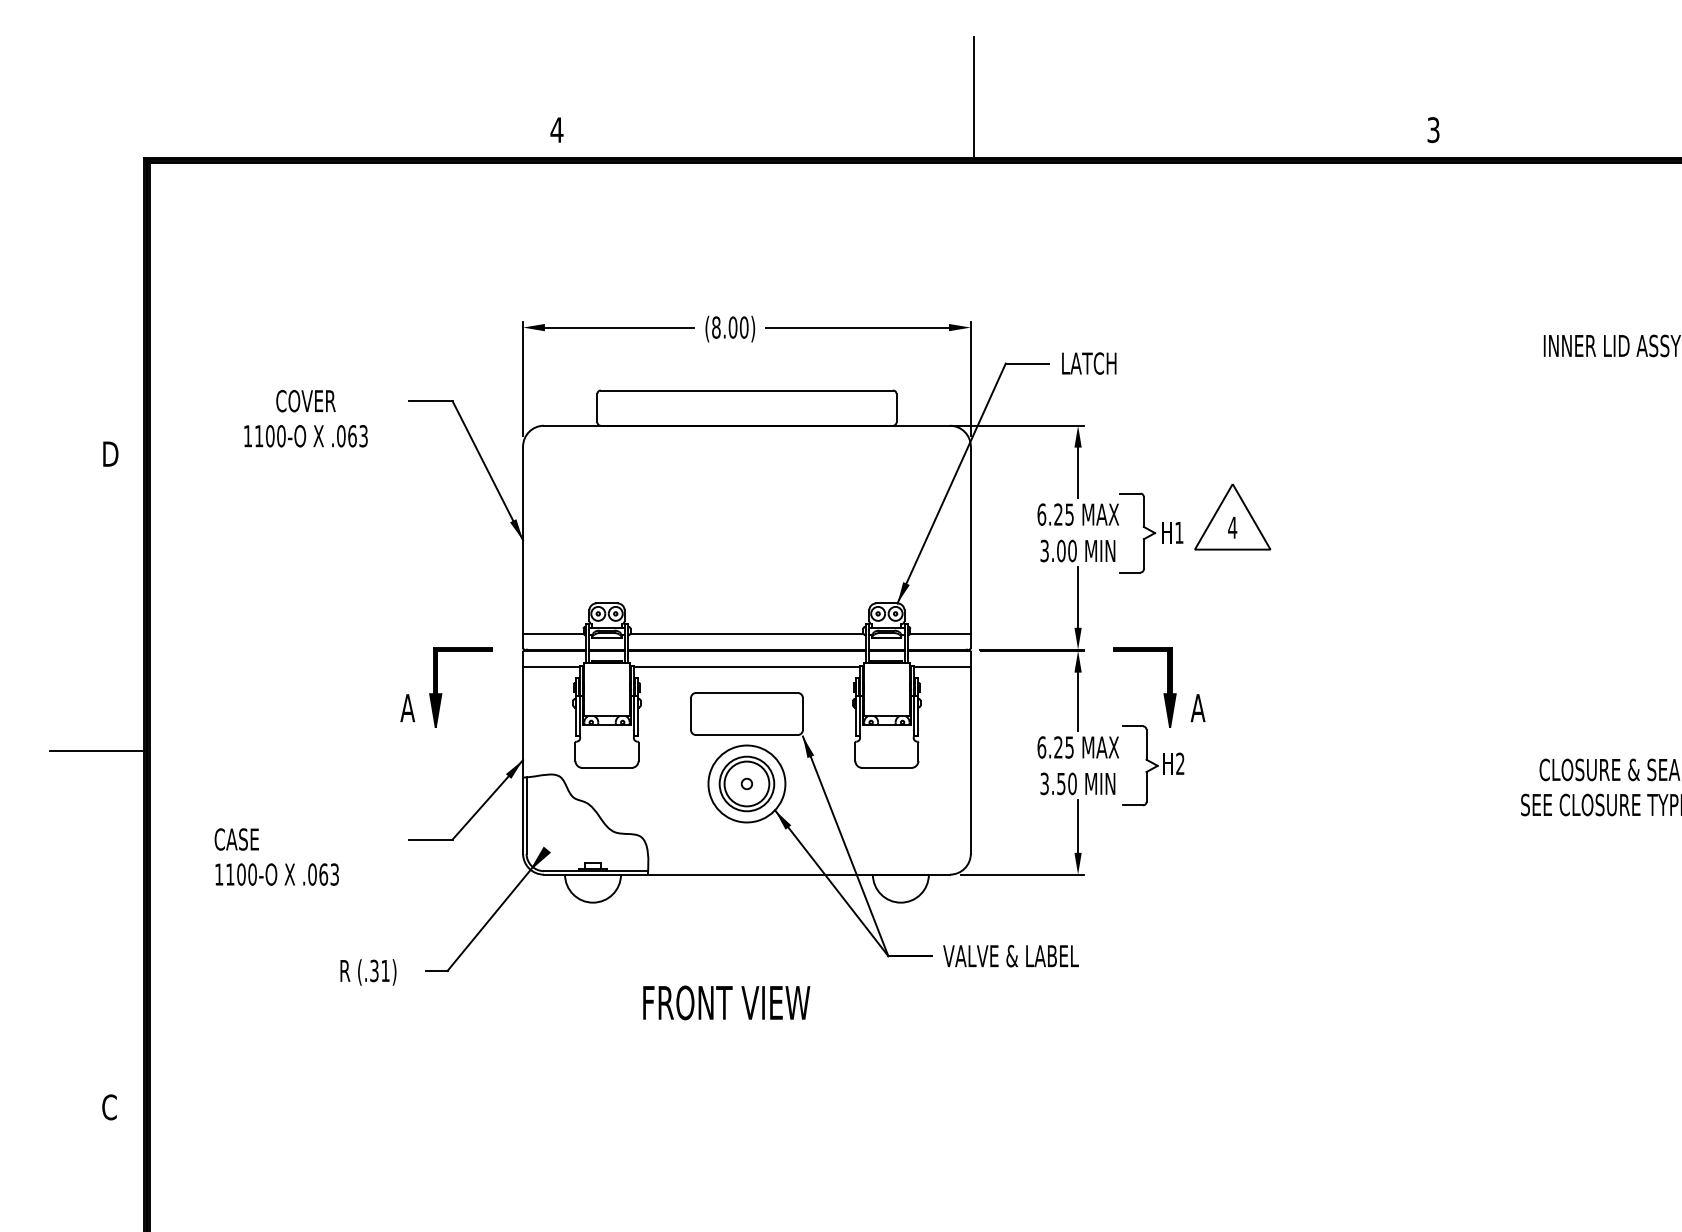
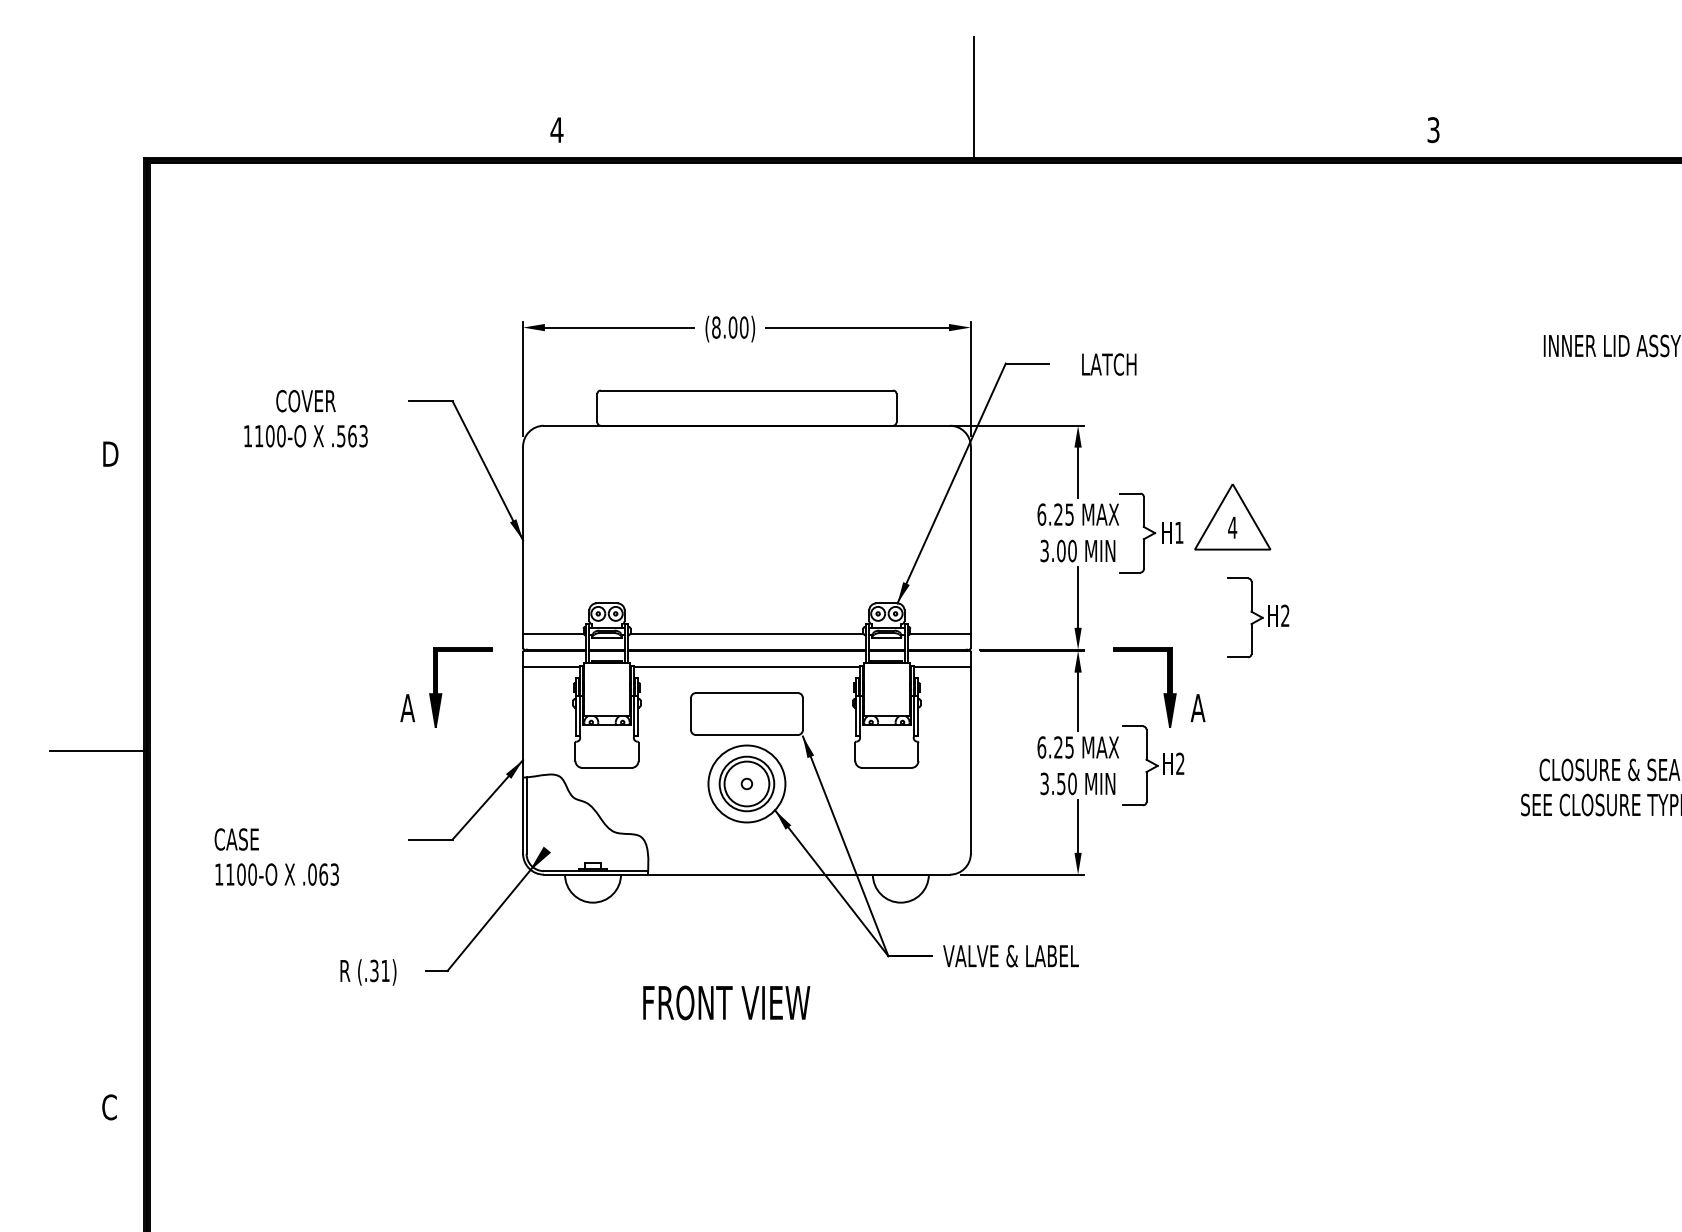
text at (1089, 363) position: (1089, 363) -> (1109, 364)
text at (341, 436): .063 -> .563
part at (1258, 617): none -> present
